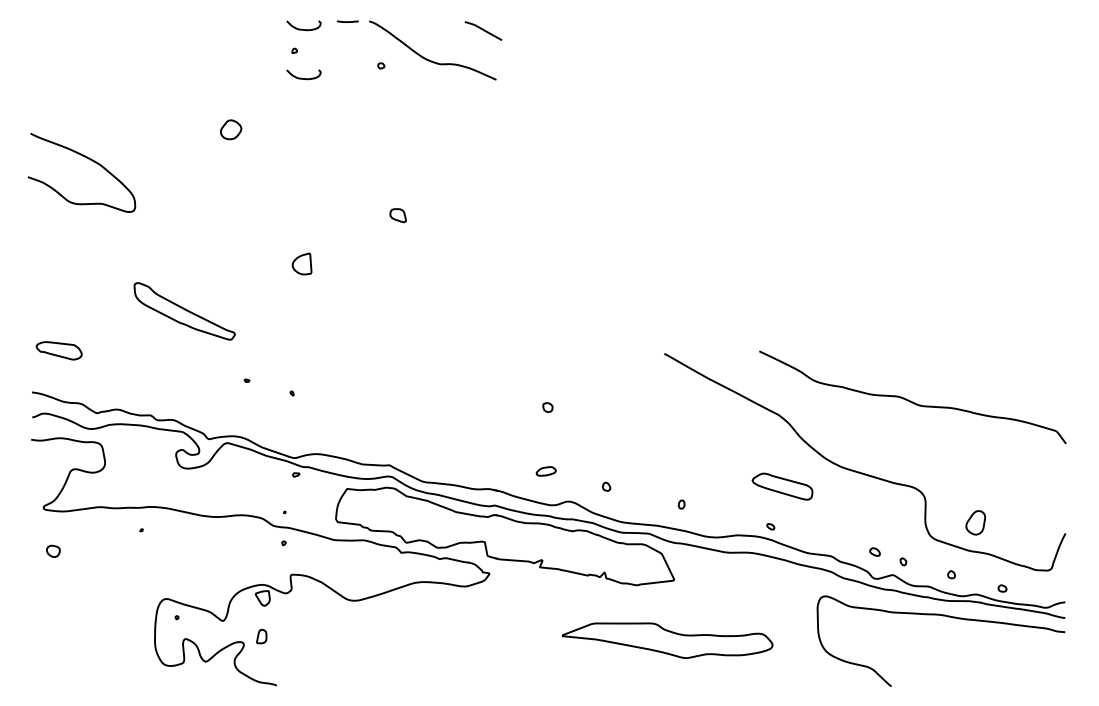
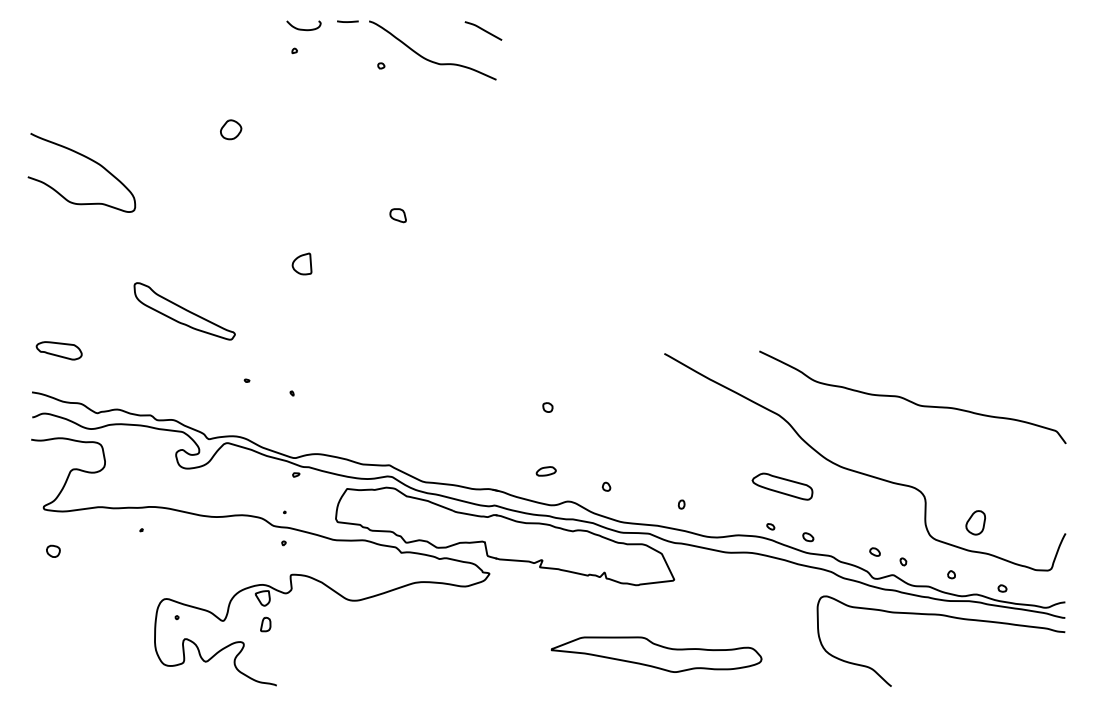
curve at (301, 77): present -> none
part at (808, 537): none -> present
part at (261, 636) position: (261, 636) -> (265, 624)
part at (667, 640) position: (667, 640) -> (656, 654)
